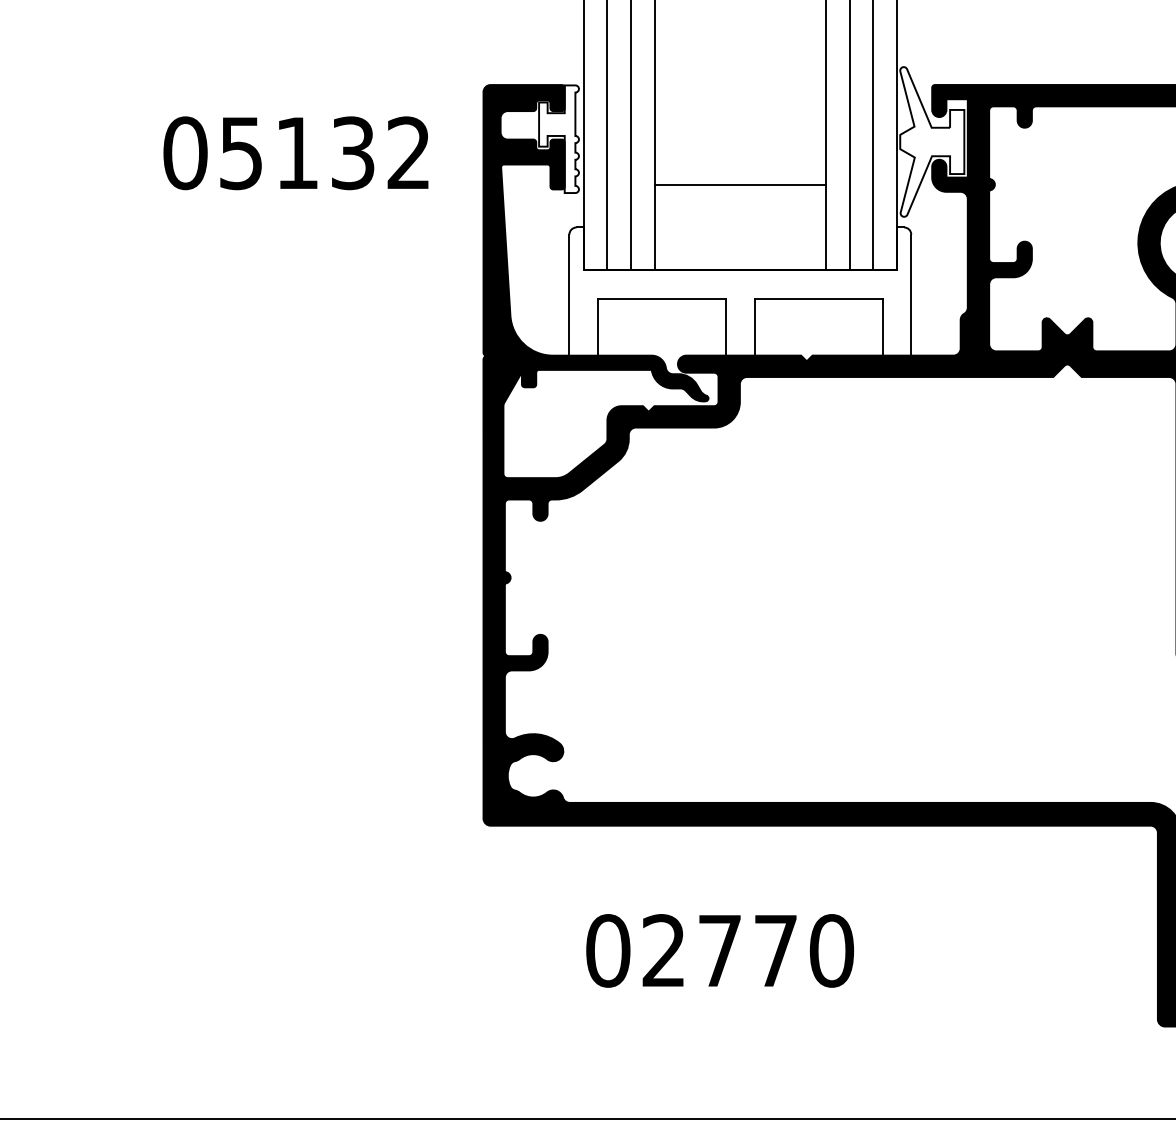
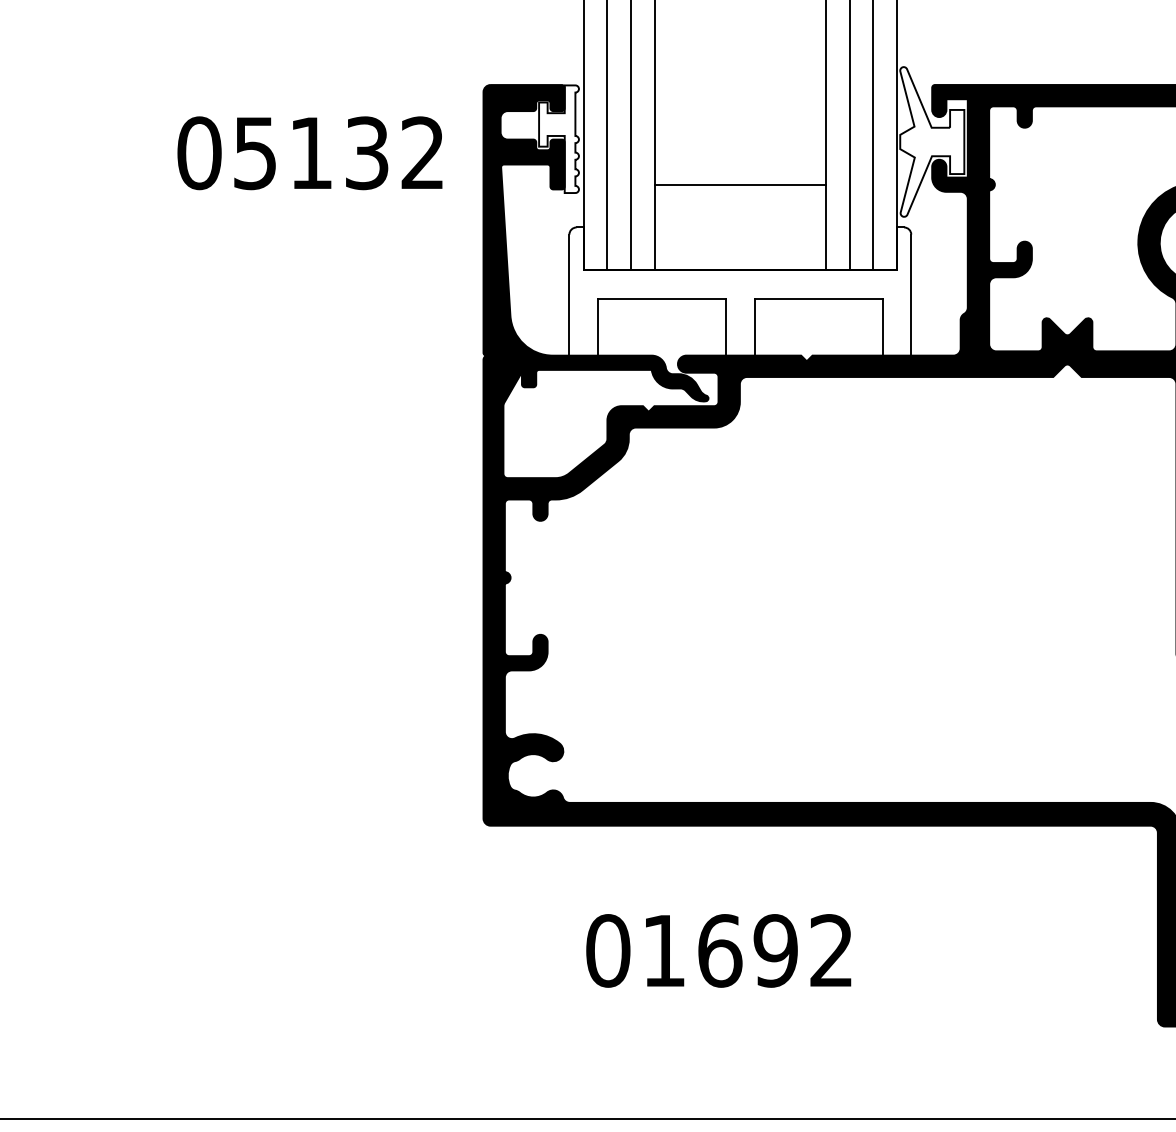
text at (295, 153) position: (295, 153) -> (309, 153)
text at (748, 950): 02770 -> 01692
